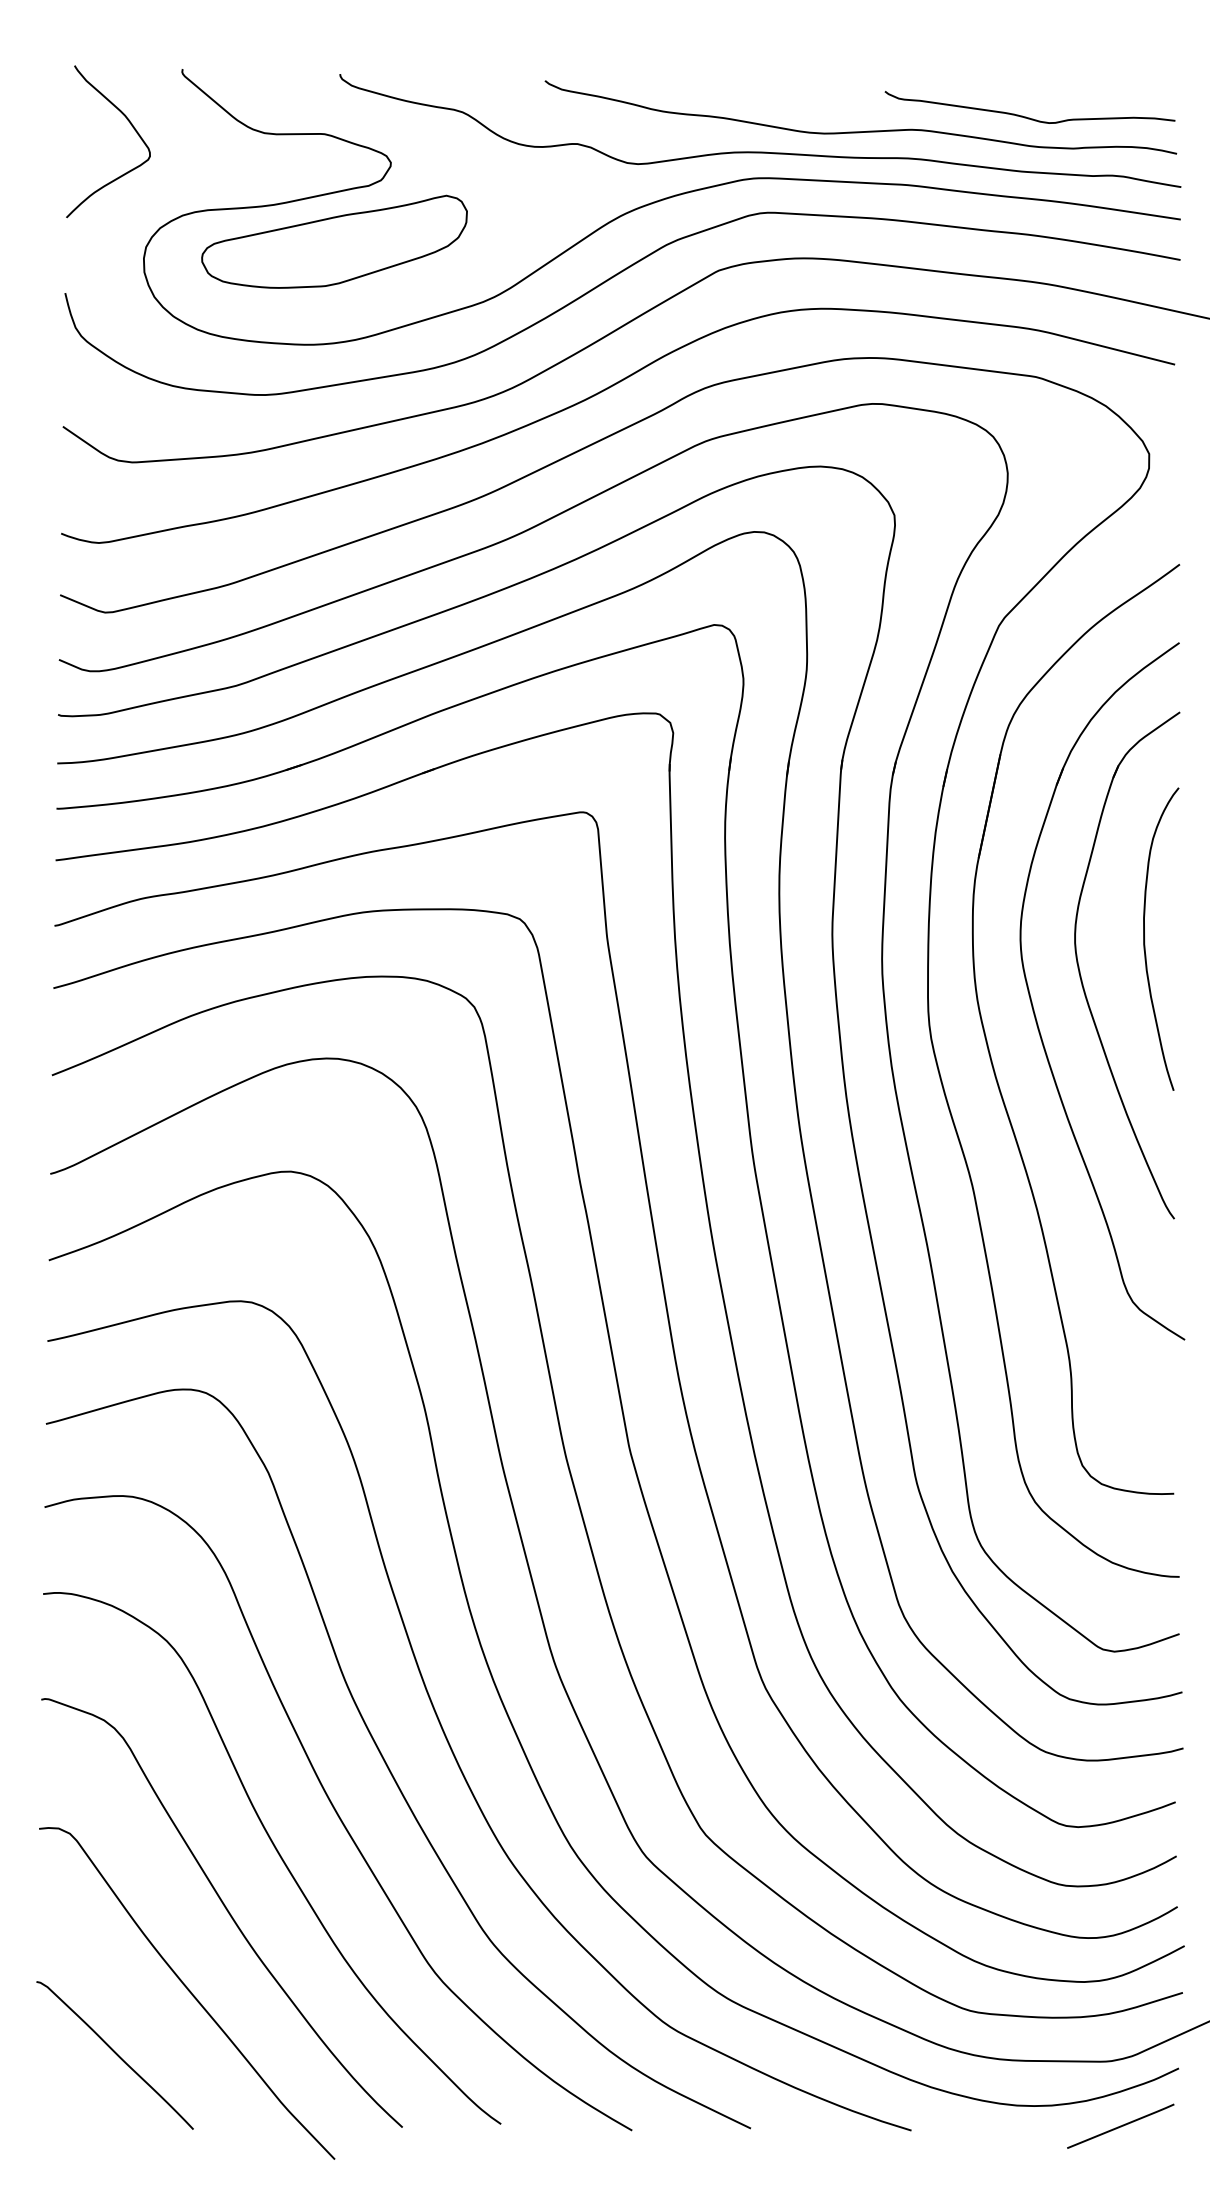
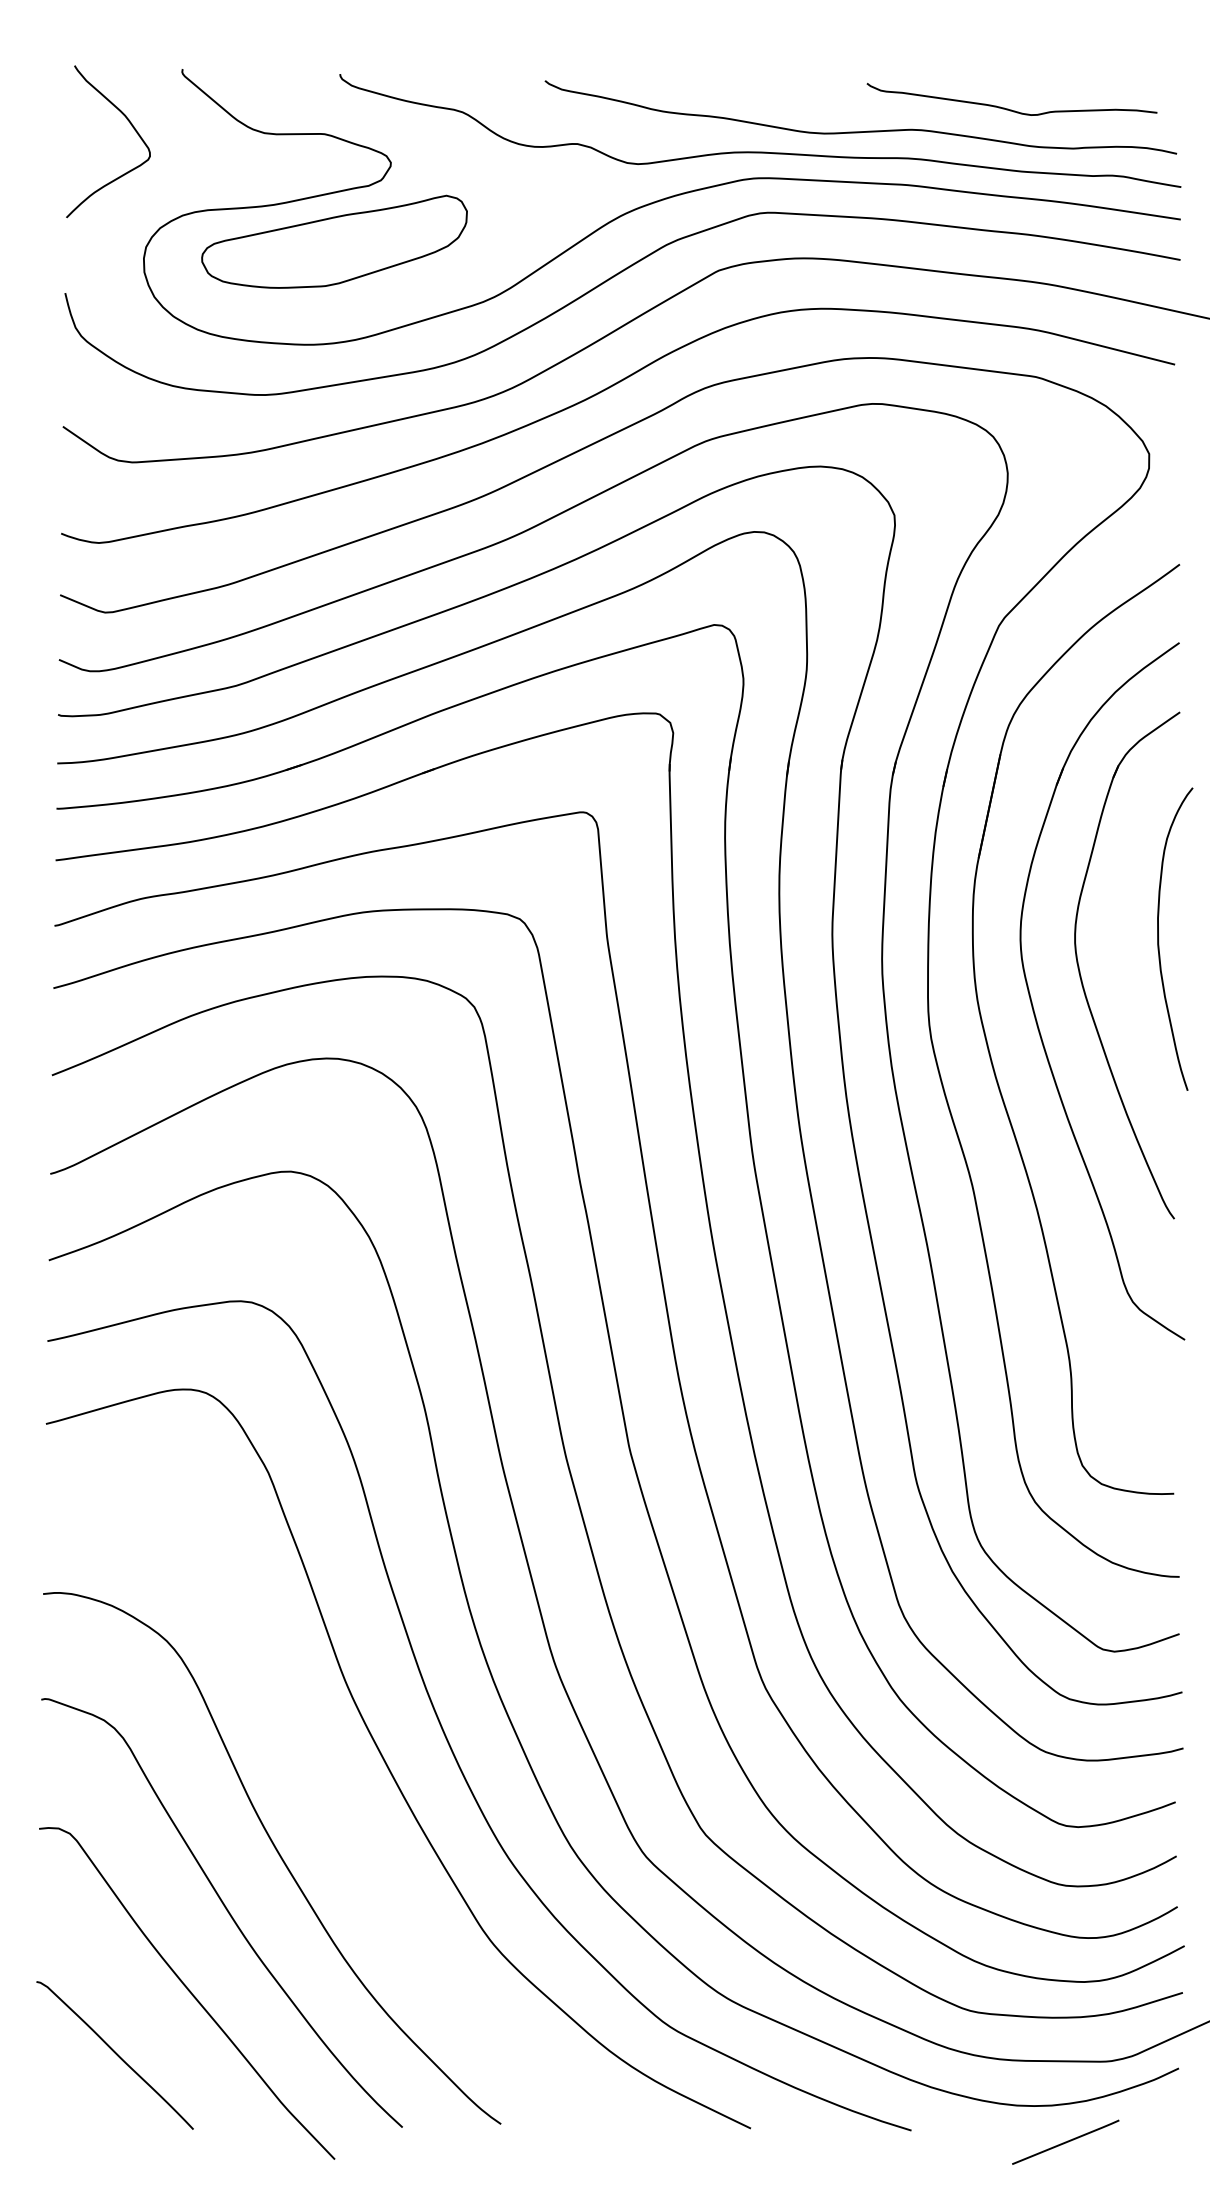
curve at (1026, 116) position: (1026, 116) -> (1008, 108)
curve at (1145, 940) position: (1145, 940) -> (1159, 940)
curve at (338, 1813): present -> none
line at (1120, 2125) position: (1120, 2125) -> (1065, 2141)
